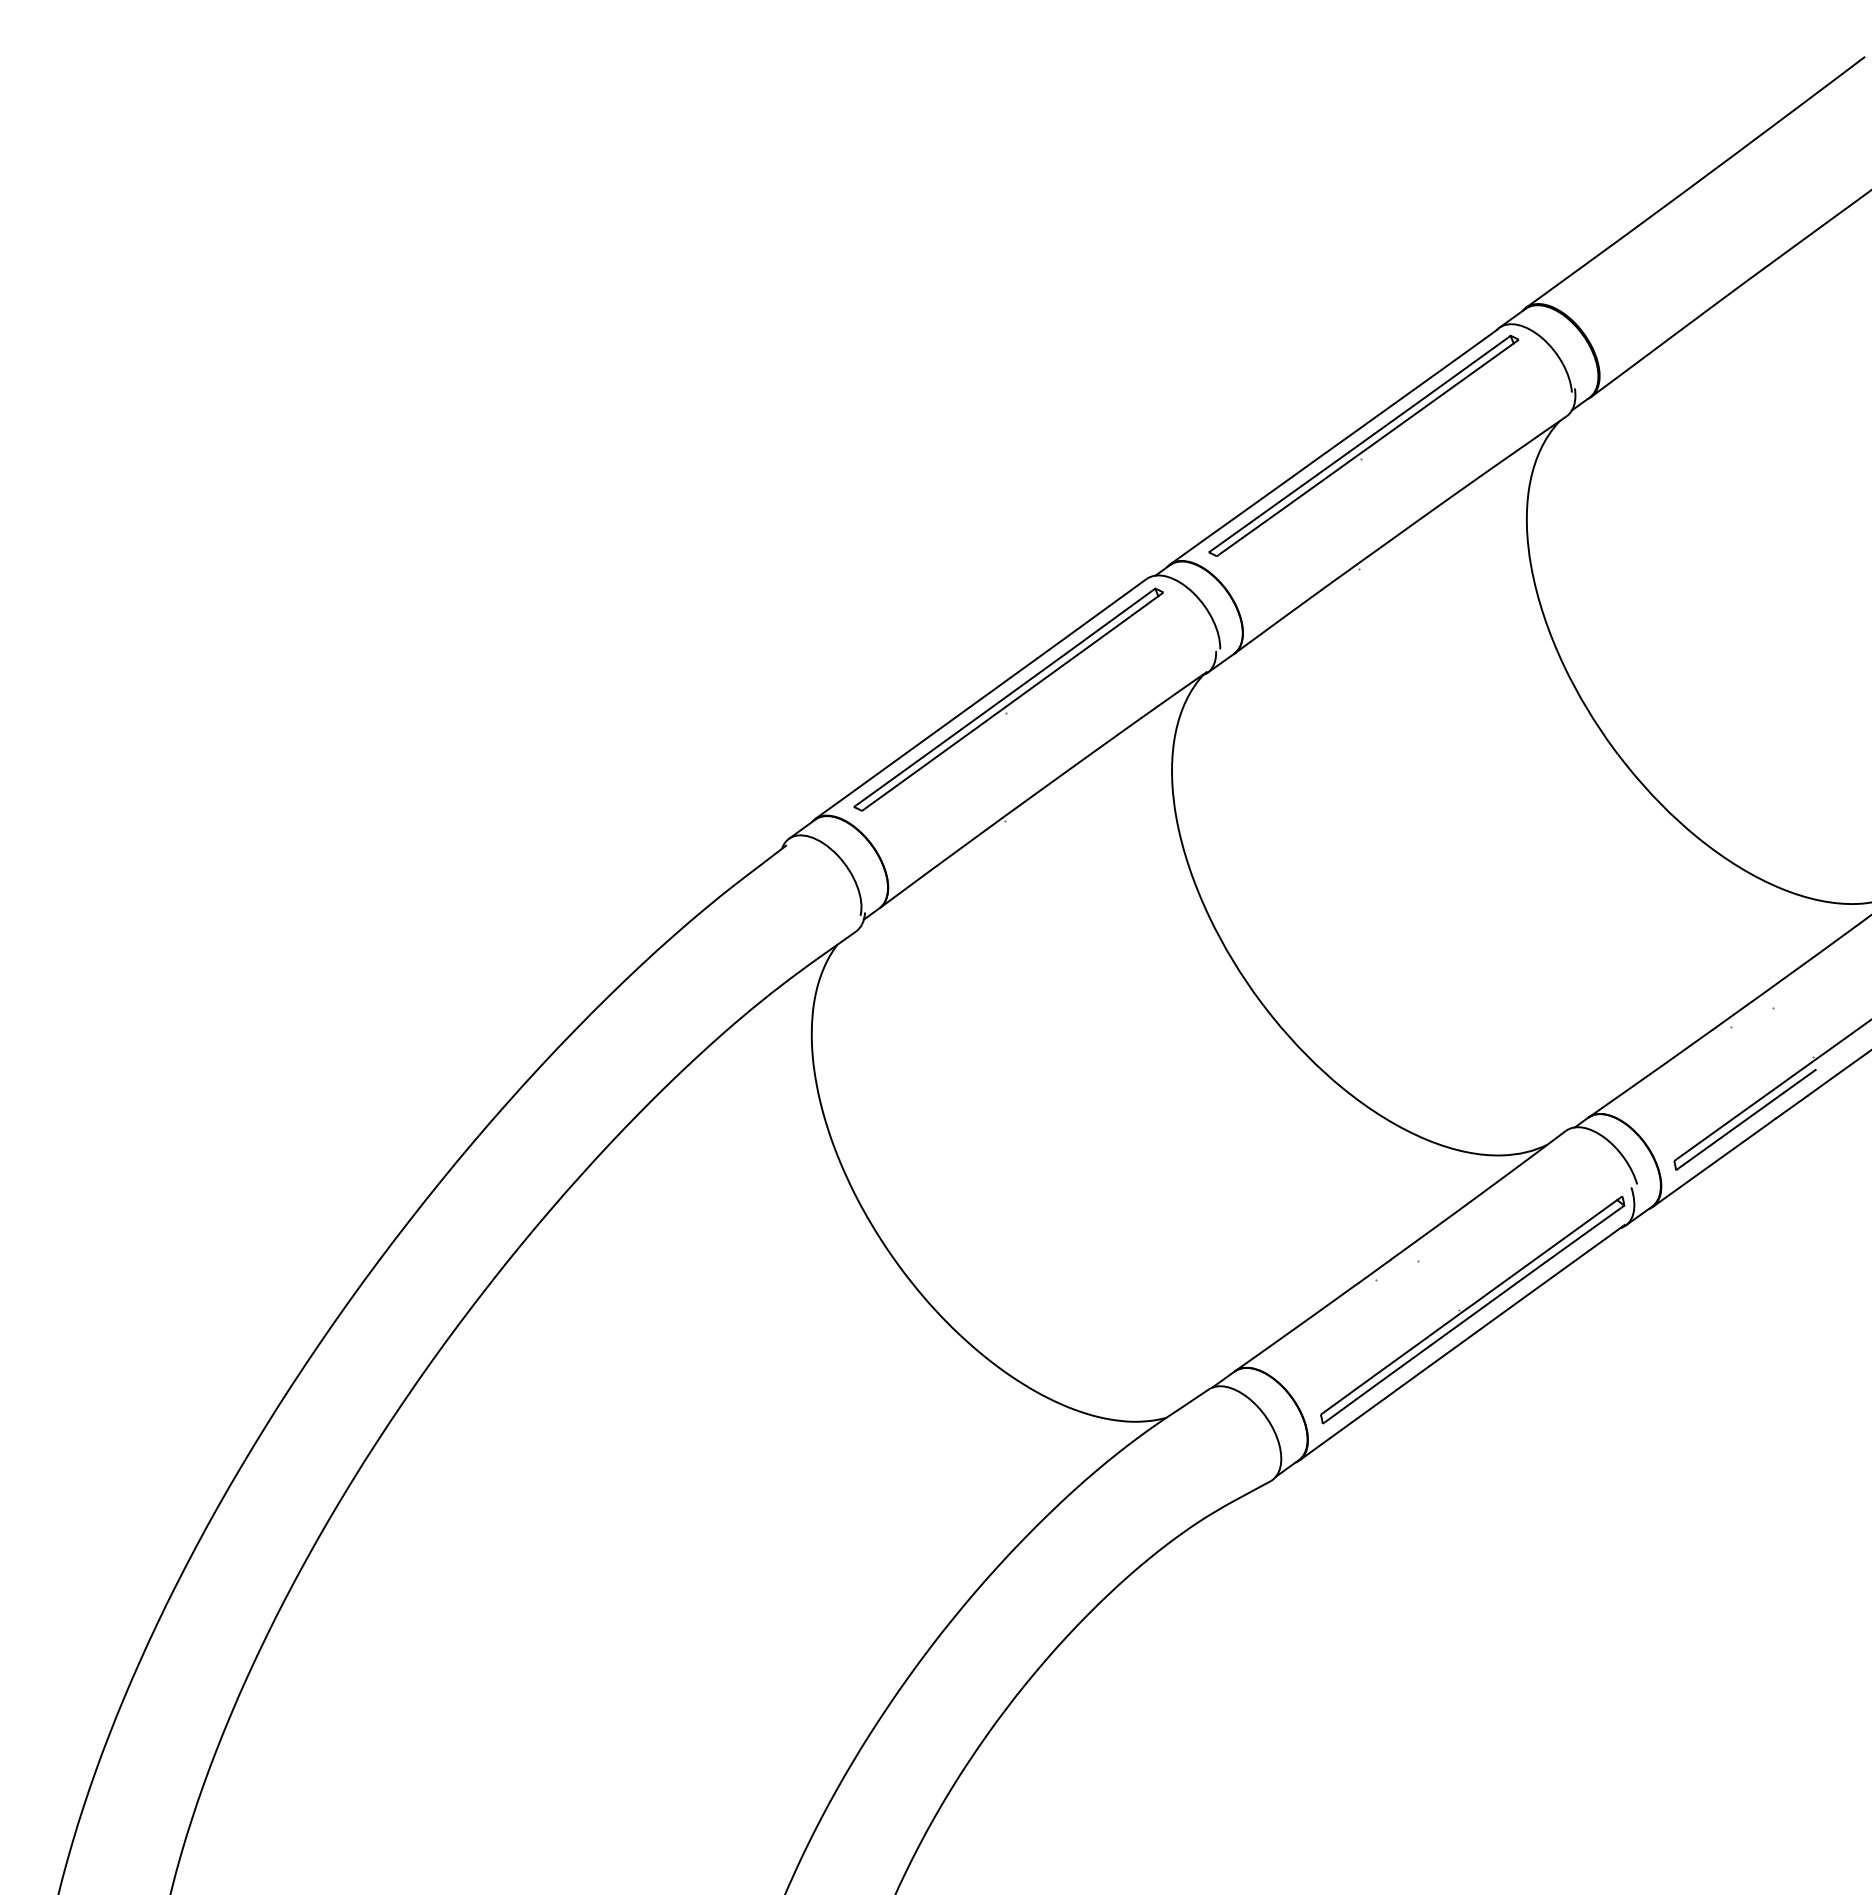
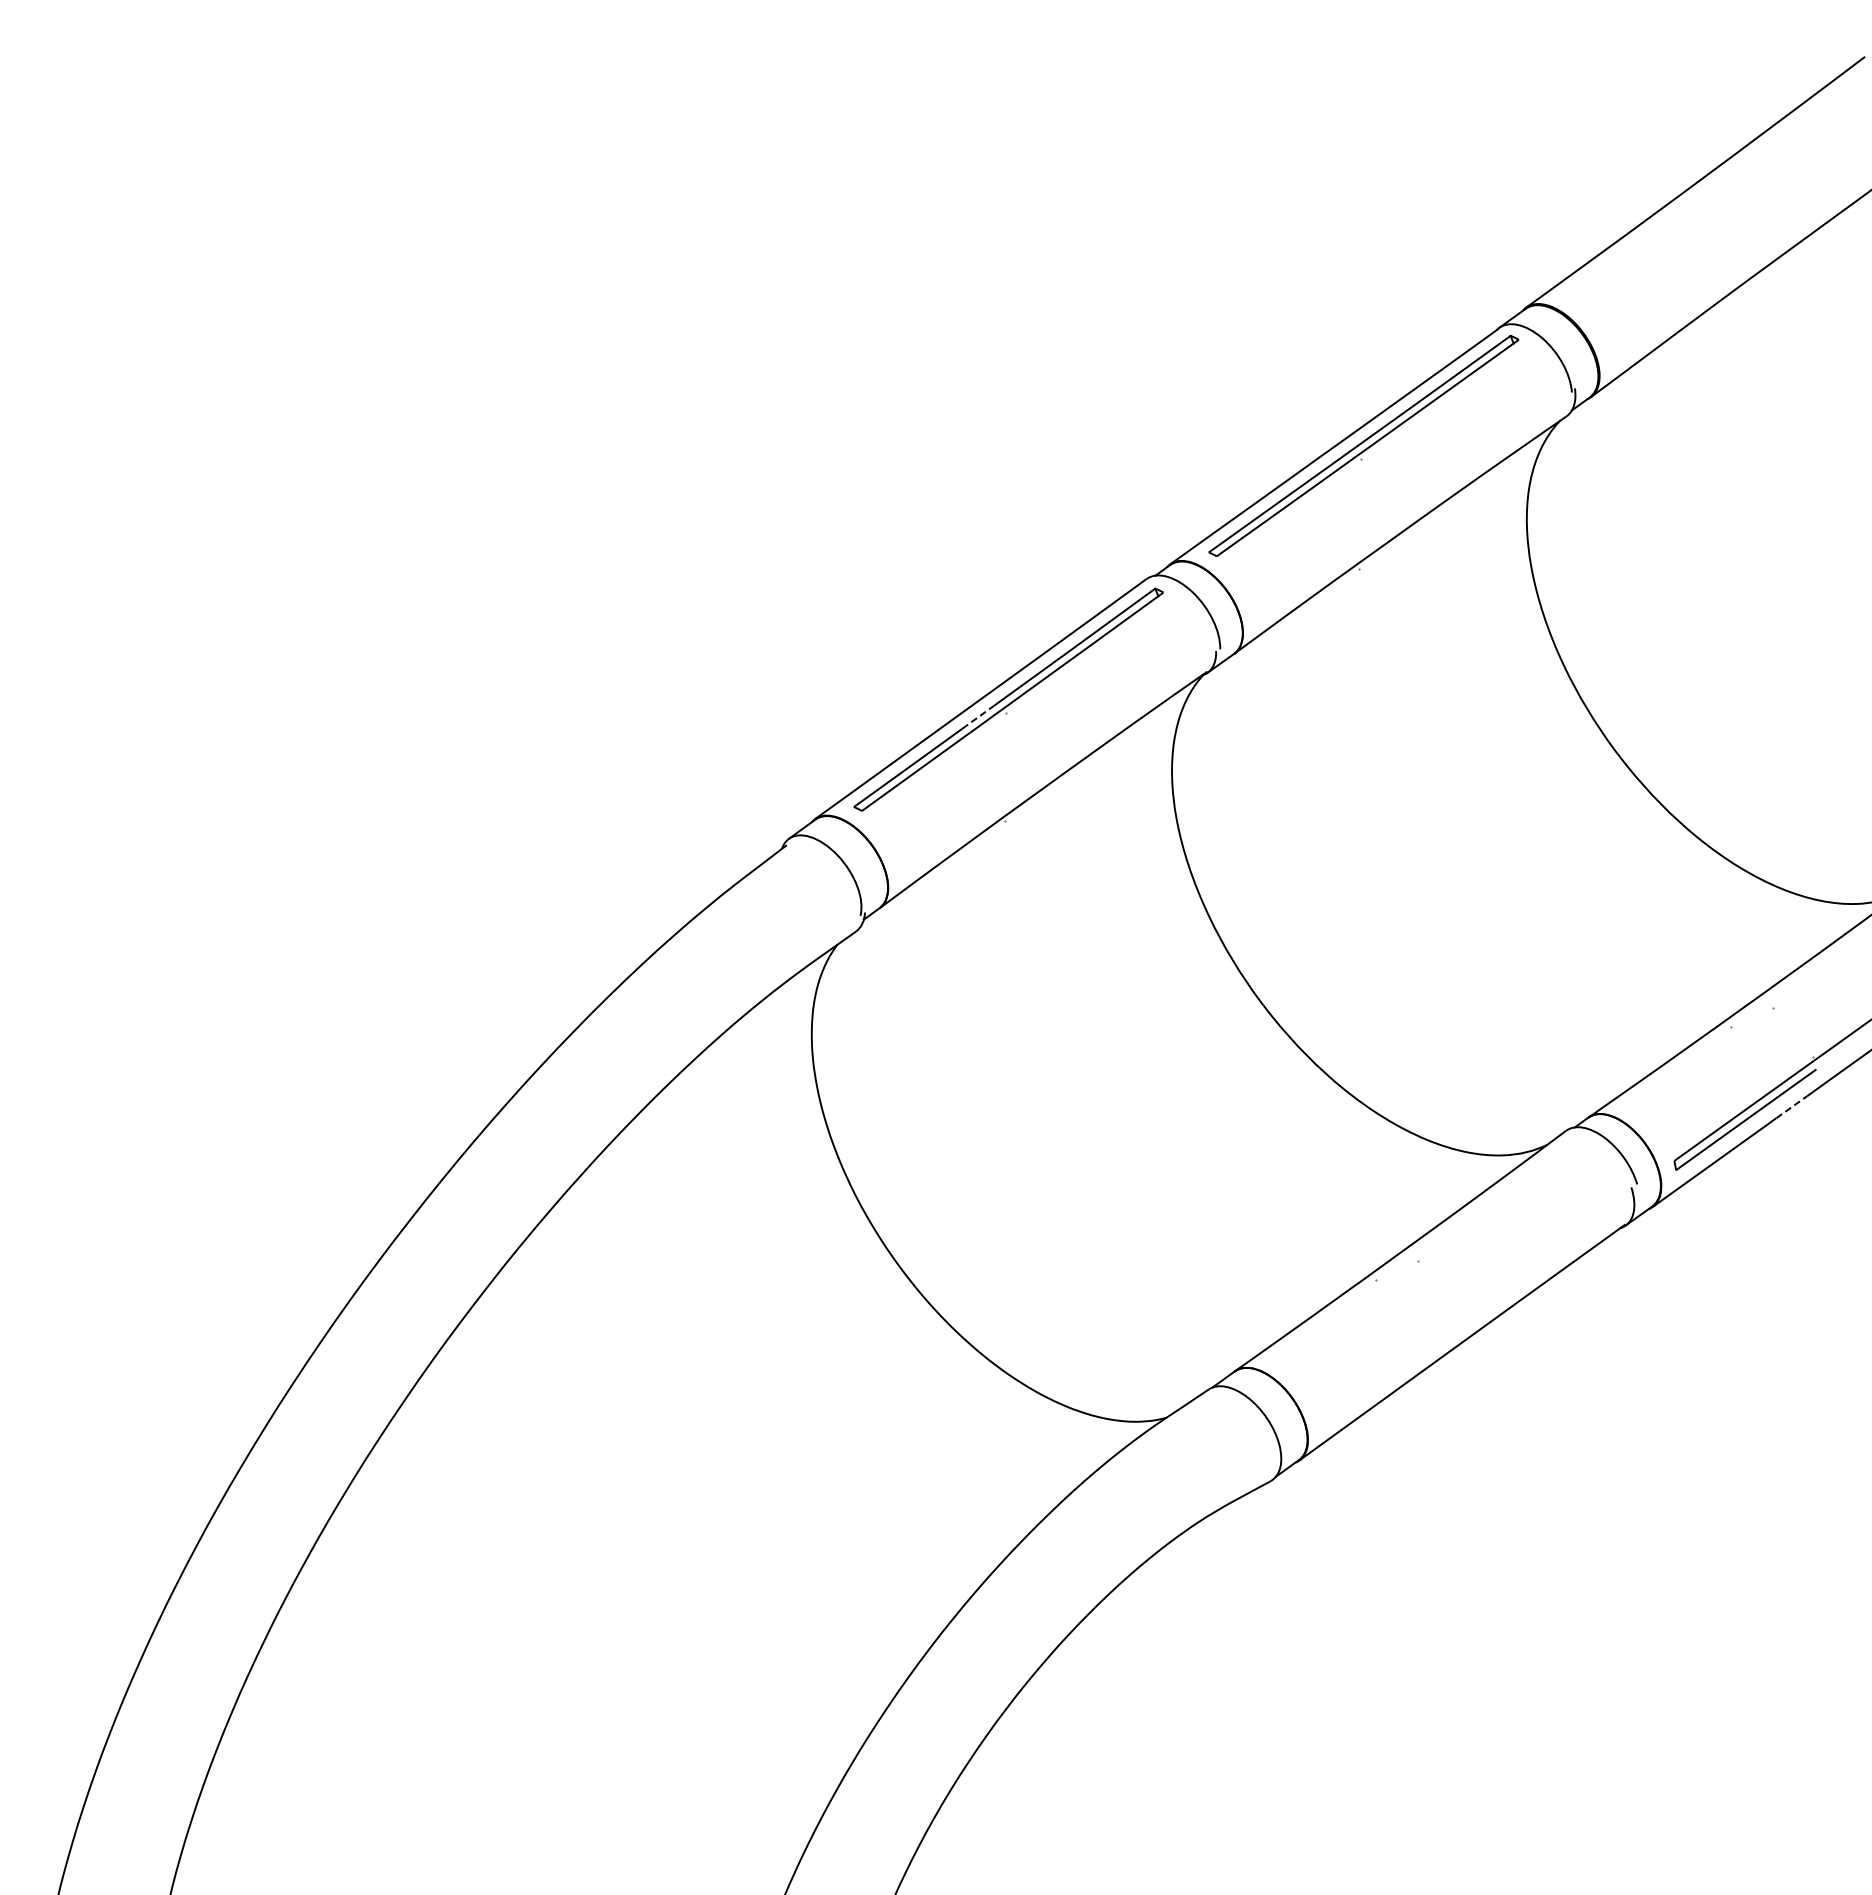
line at (978, 717): solid -> dashed
line at (1792, 1106): solid -> dashed
part at (1472, 1309): present -> none
